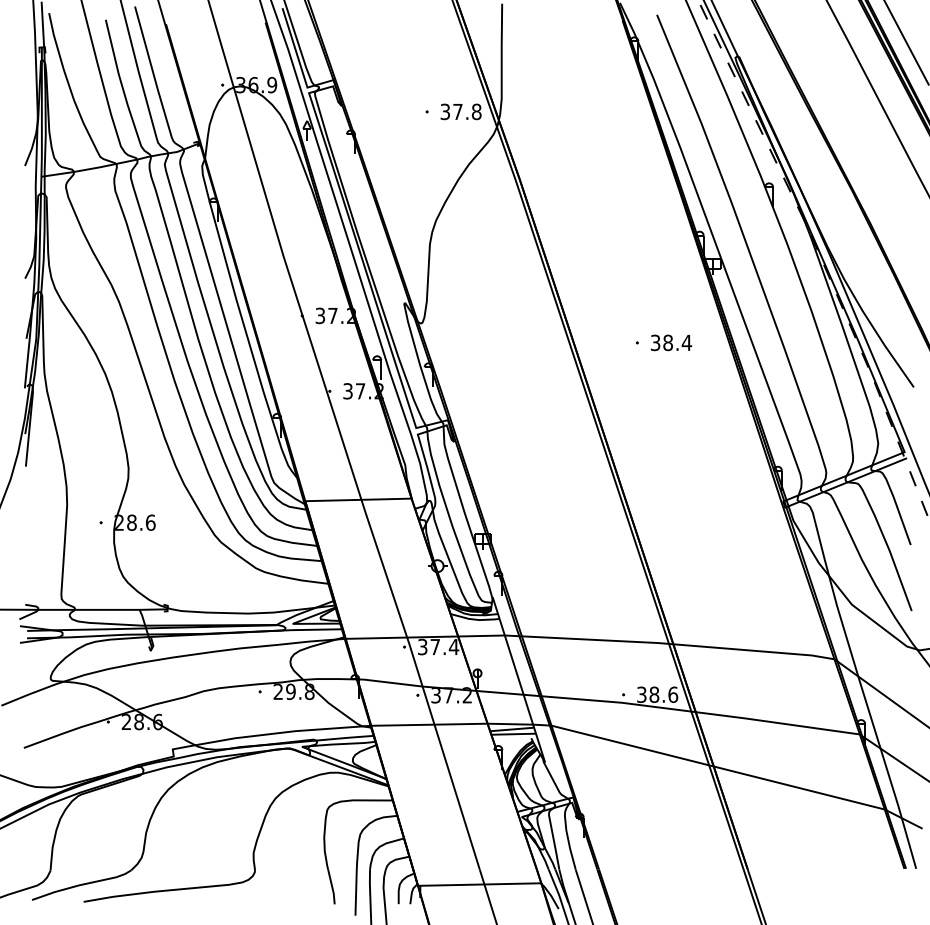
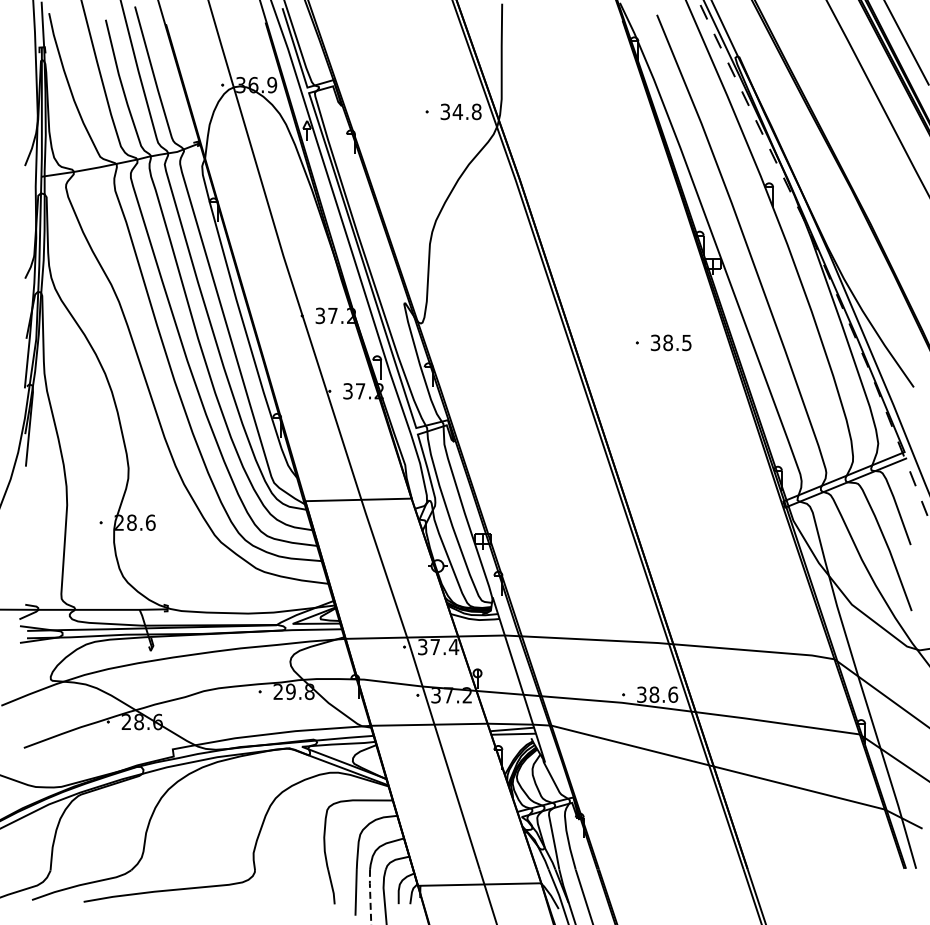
text at (457, 111): 37.8 -> 34.8
text at (686, 343): 38.4 -> 38.5
line at (370, 896): solid -> dashed
